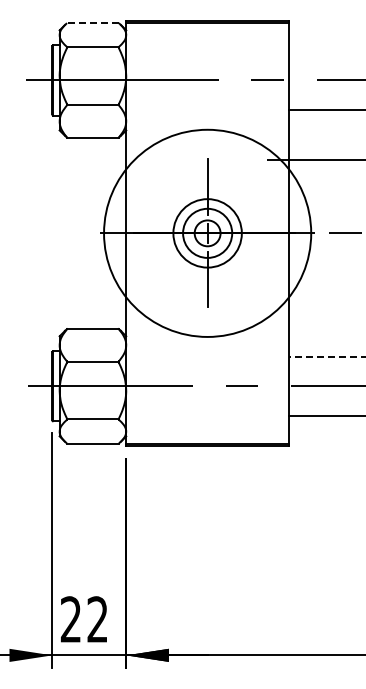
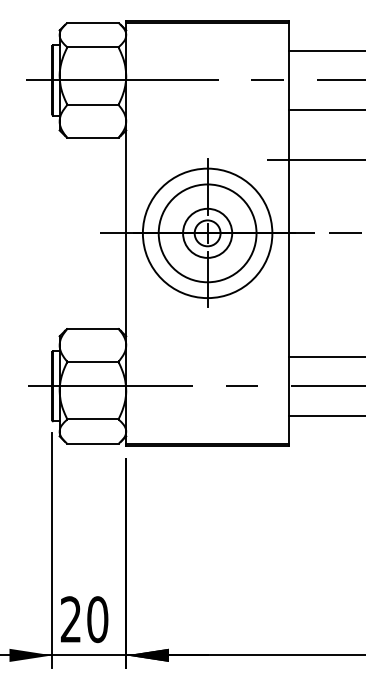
line at (92, 22): dashed -> solid
line at (325, 50): none -> present
circle at (207, 232) diameter: 207 px -> 129 px
circle at (207, 233) diameter: 68 px -> 98 px
line at (326, 356): dashed -> solid
text at (97, 619): 22 -> 20
